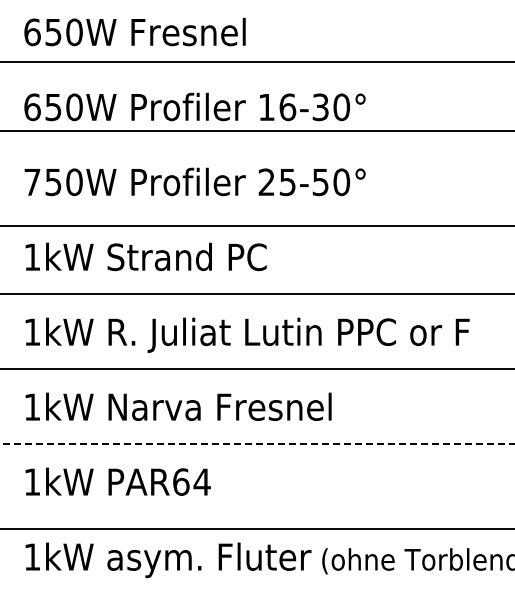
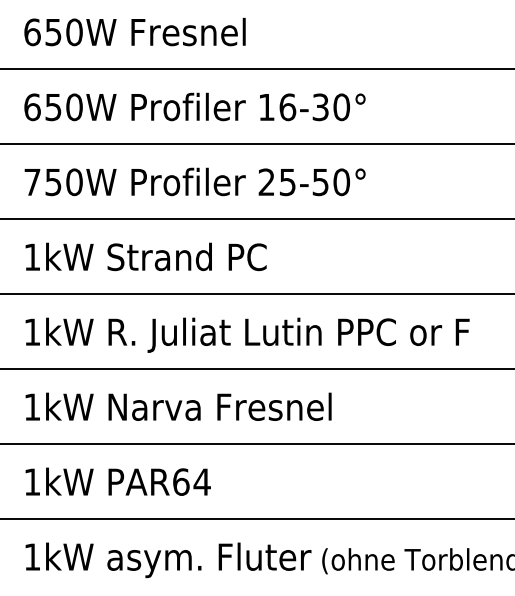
line at (256, 61) position: (256, 61) -> (256, 68)
line at (256, 130) position: (256, 130) -> (256, 143)
line at (256, 225) position: (256, 225) -> (256, 218)
line at (257, 443): dashed -> solid
line at (256, 528) position: (256, 528) -> (256, 518)
